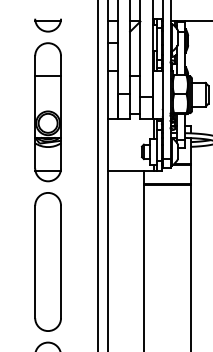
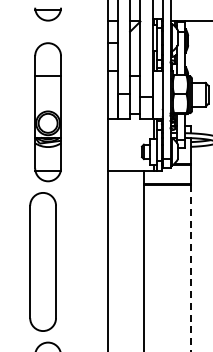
part at (47, 25) position: (47, 25) -> (47, 14)
line at (97, 175): present -> none
part at (47, 261) position: (47, 261) -> (42, 261)
line at (191, 268): solid -> dashed
